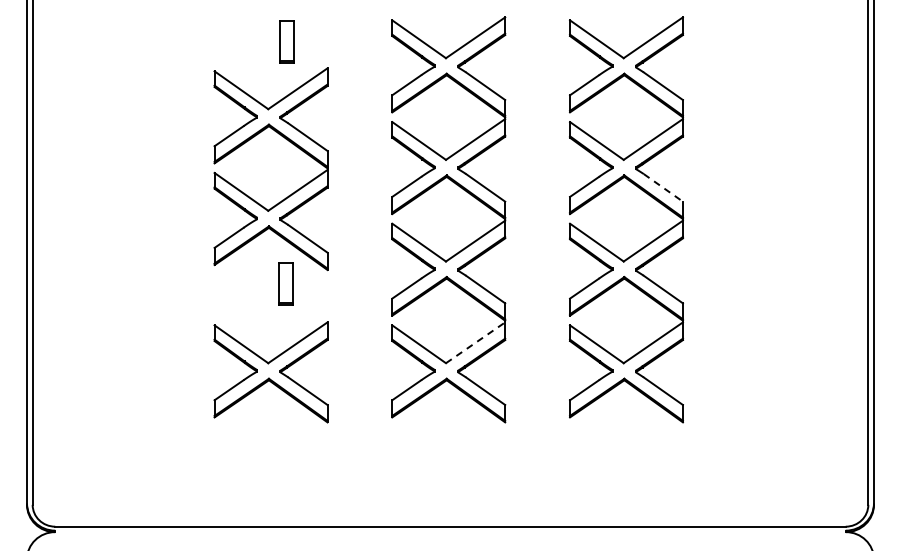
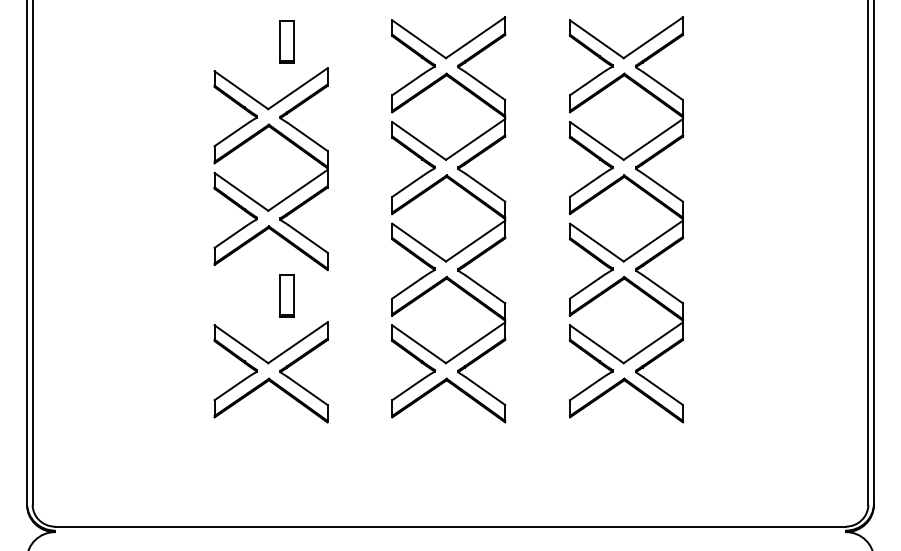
line at (663, 187): dashed -> solid
part at (285, 283) position: (285, 283) -> (286, 295)
line at (475, 342): dashed -> solid
